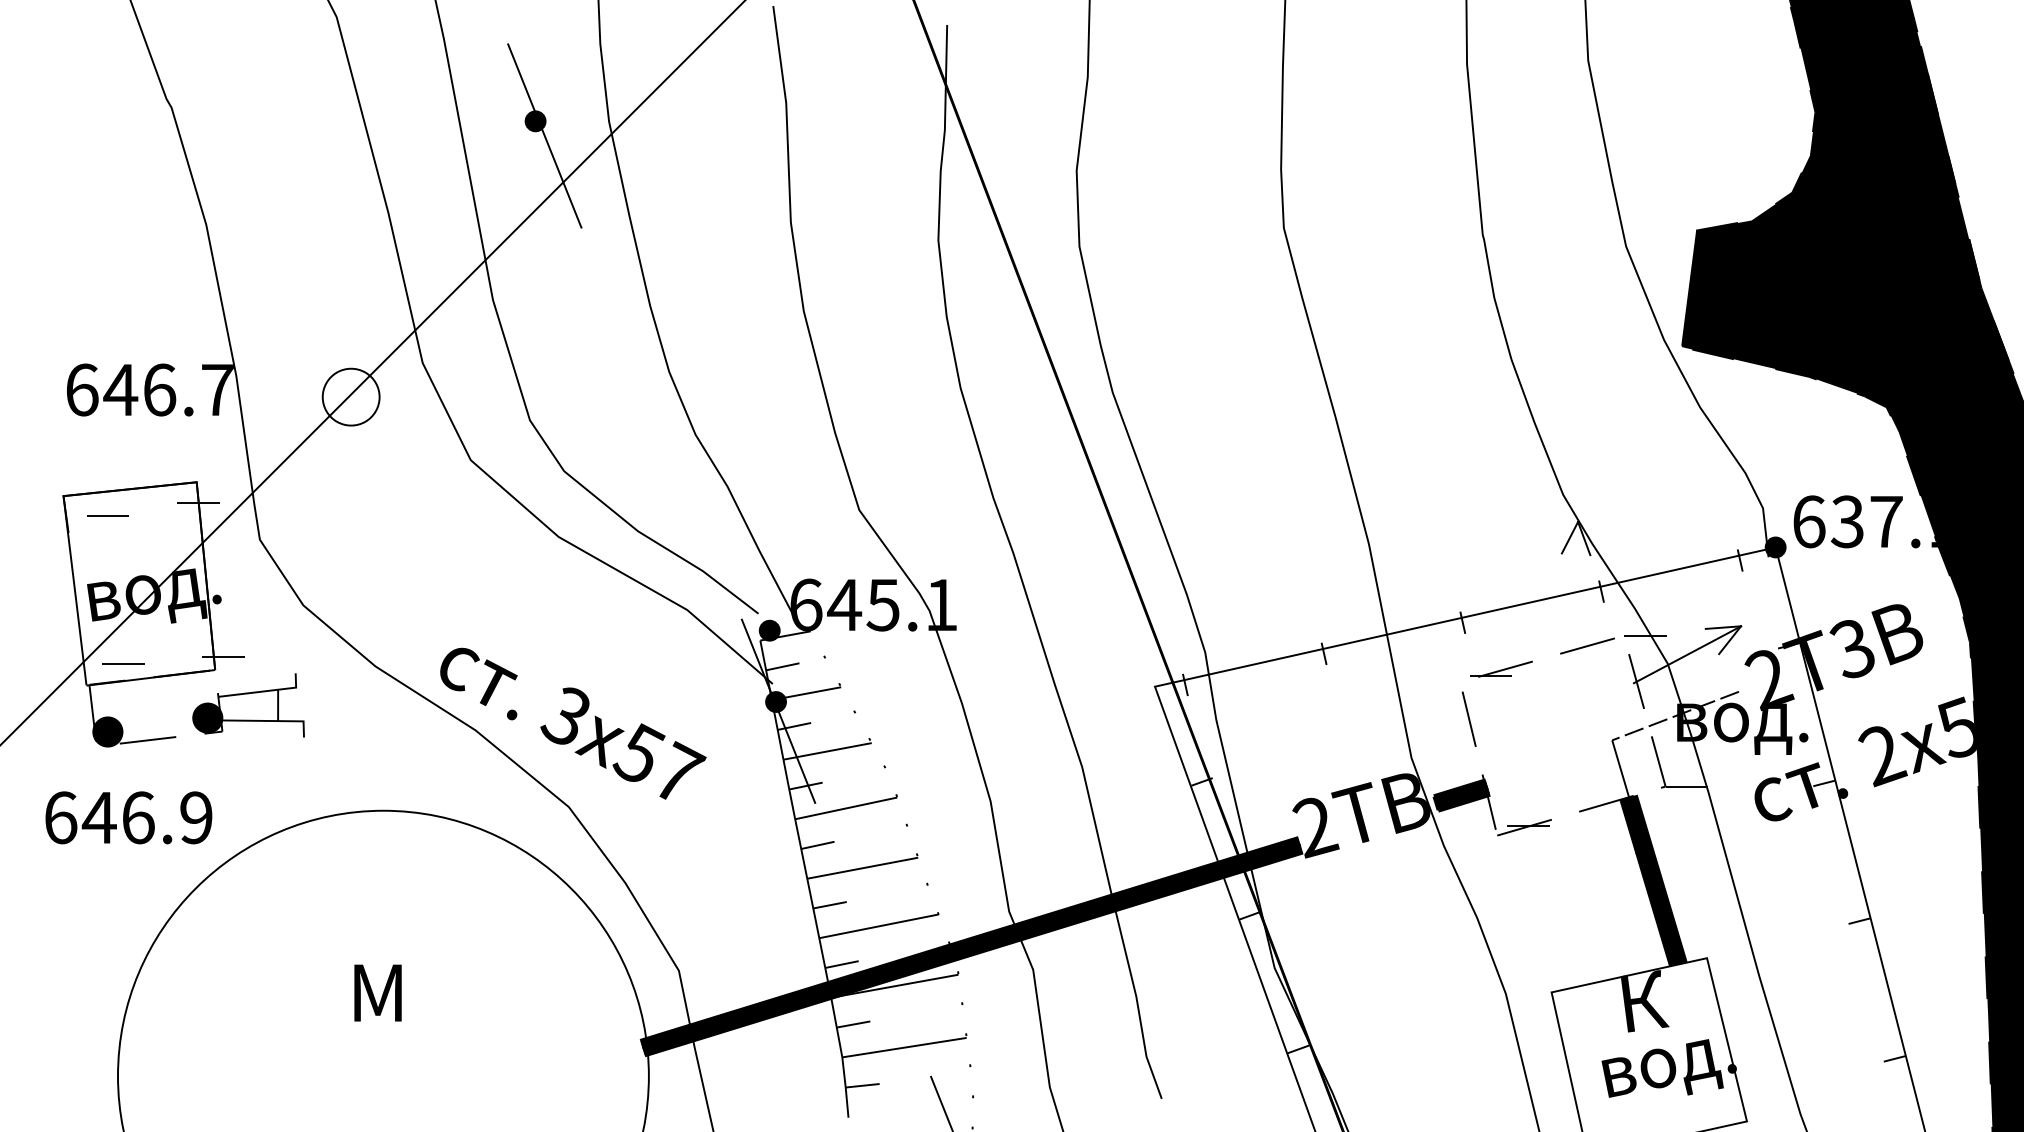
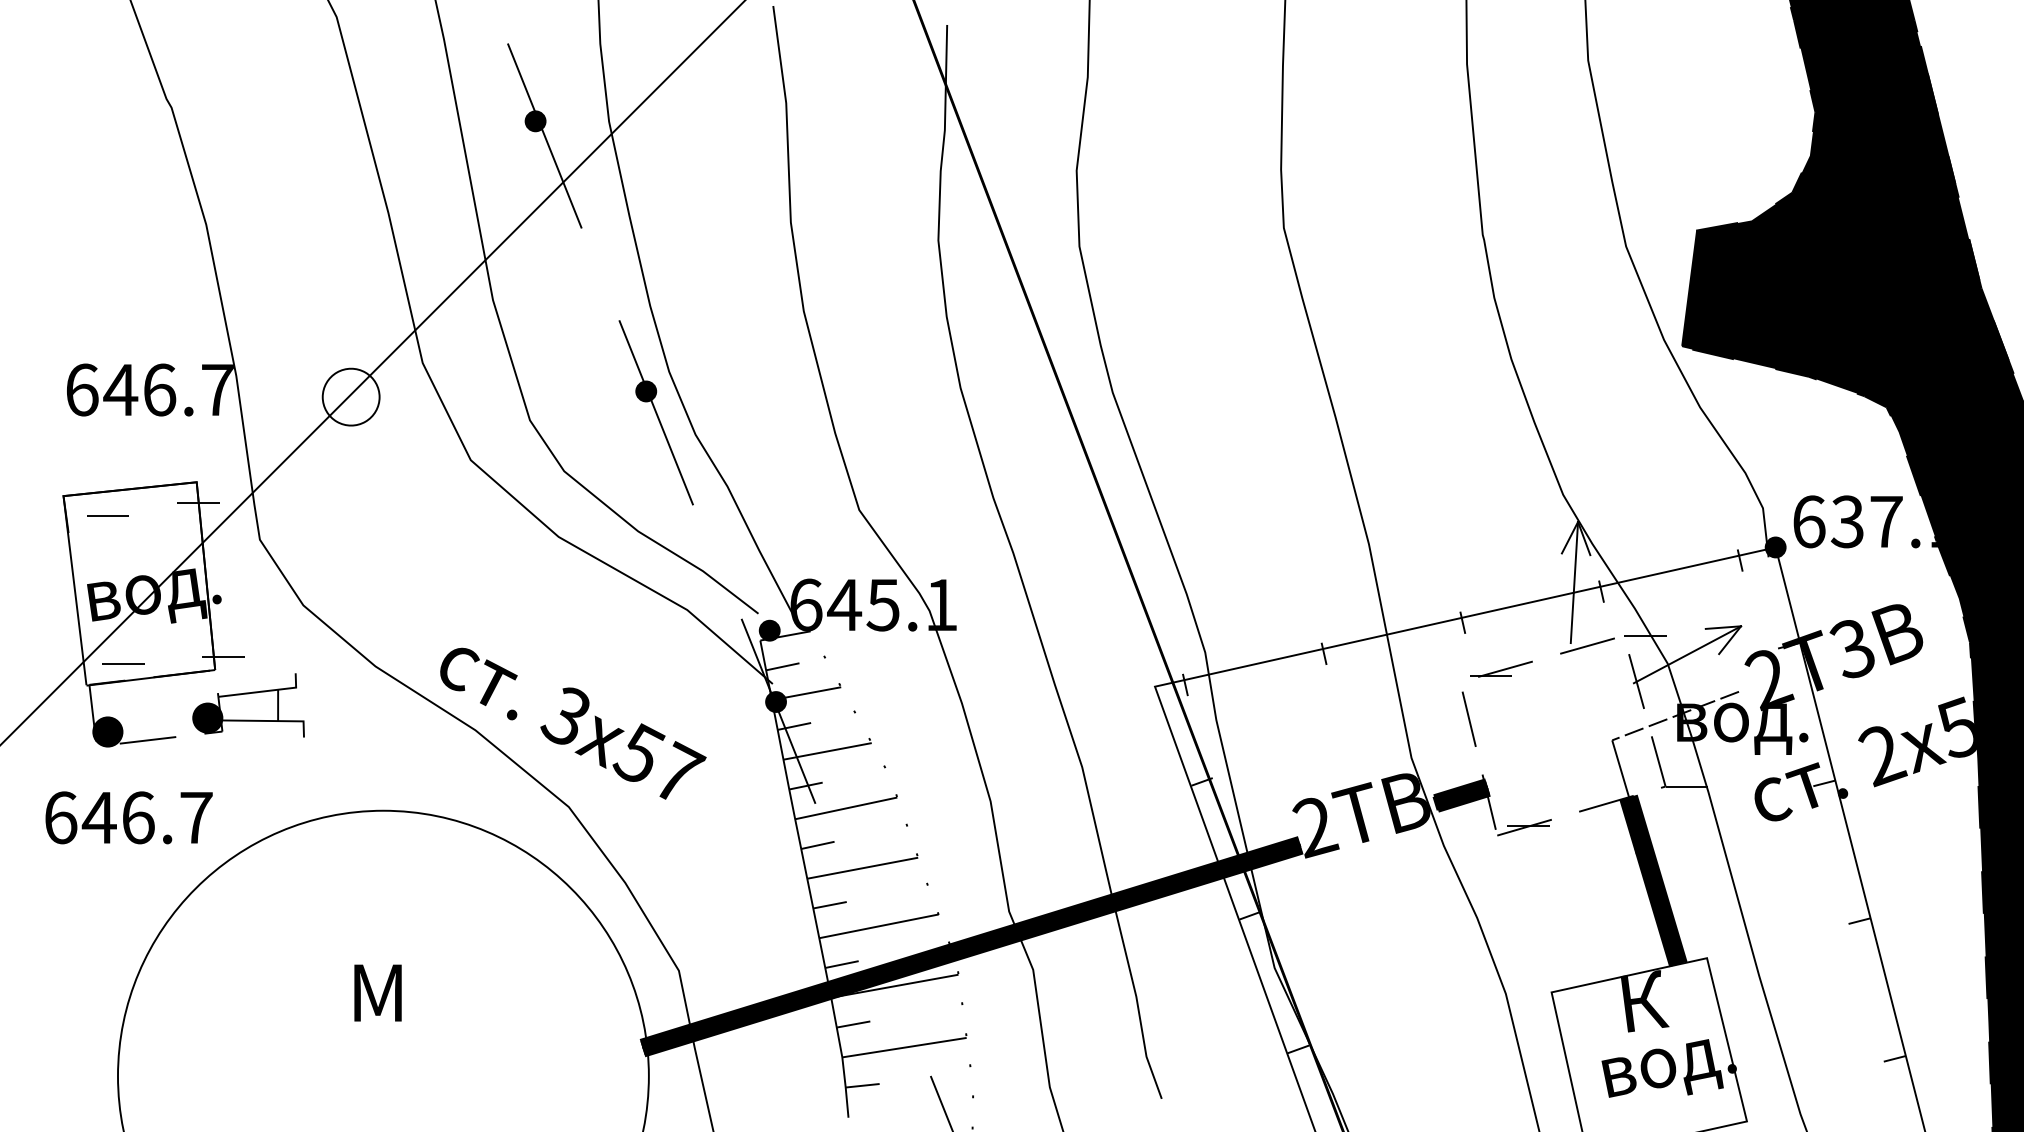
part at (655, 412): none -> present
line at (1574, 582): none -> present
text at (196, 817): 646.9 -> 646.7
